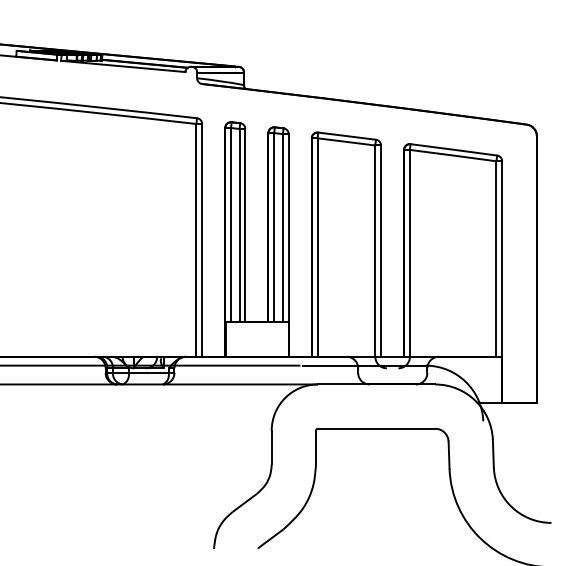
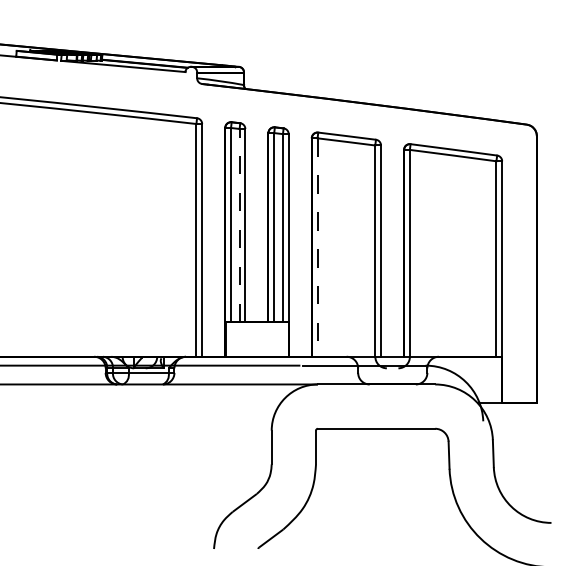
line at (239, 225): solid -> dashed
line at (317, 248): solid -> dashed
